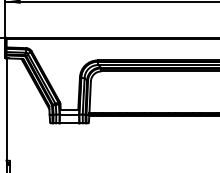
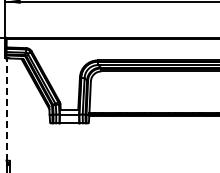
line at (6, 109): solid -> dashed
